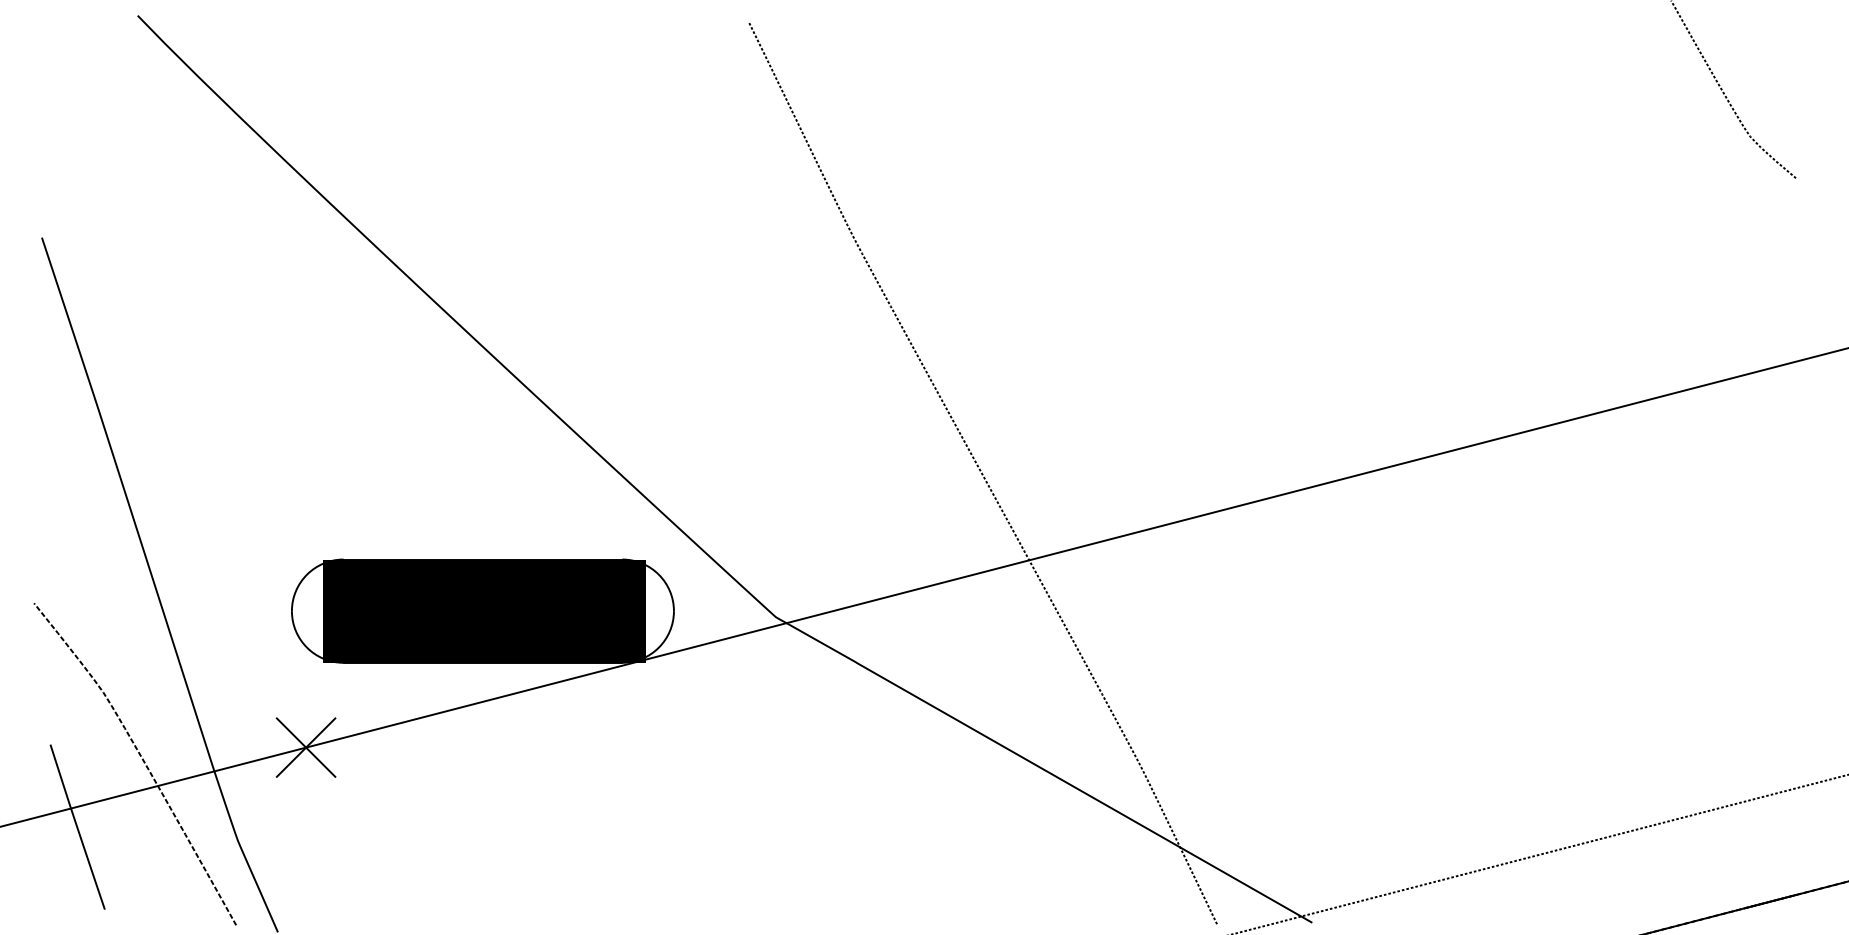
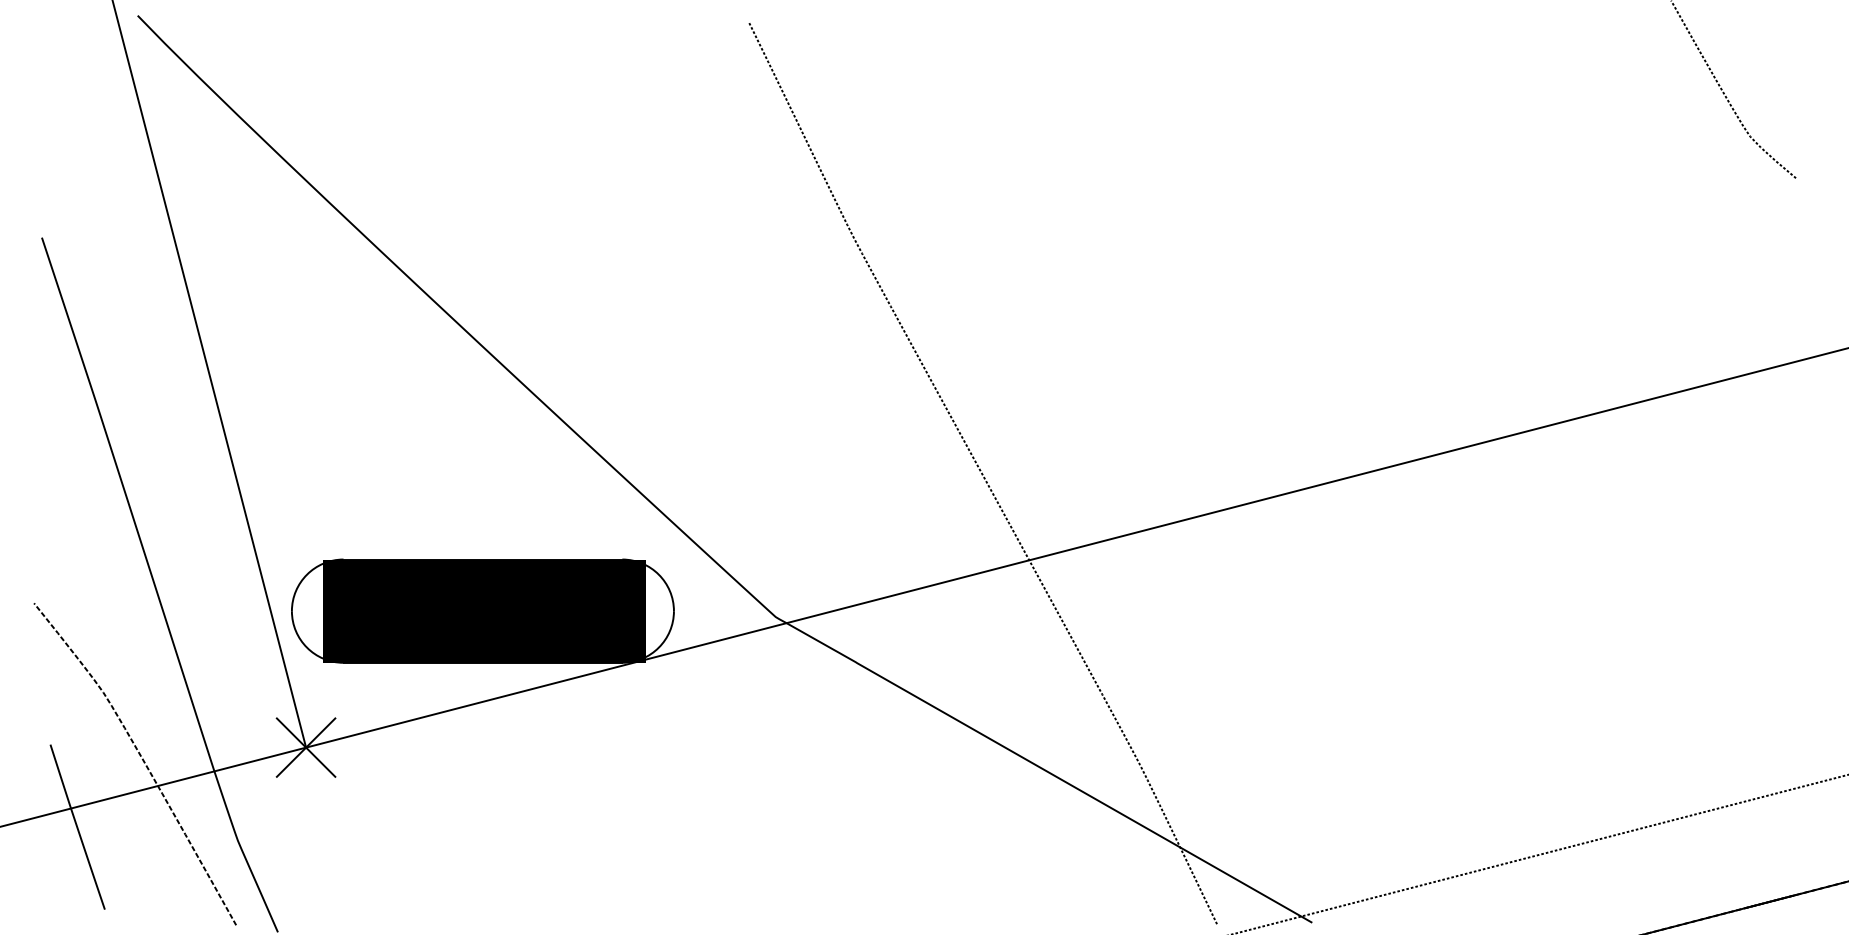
line at (209, 374): none -> present
